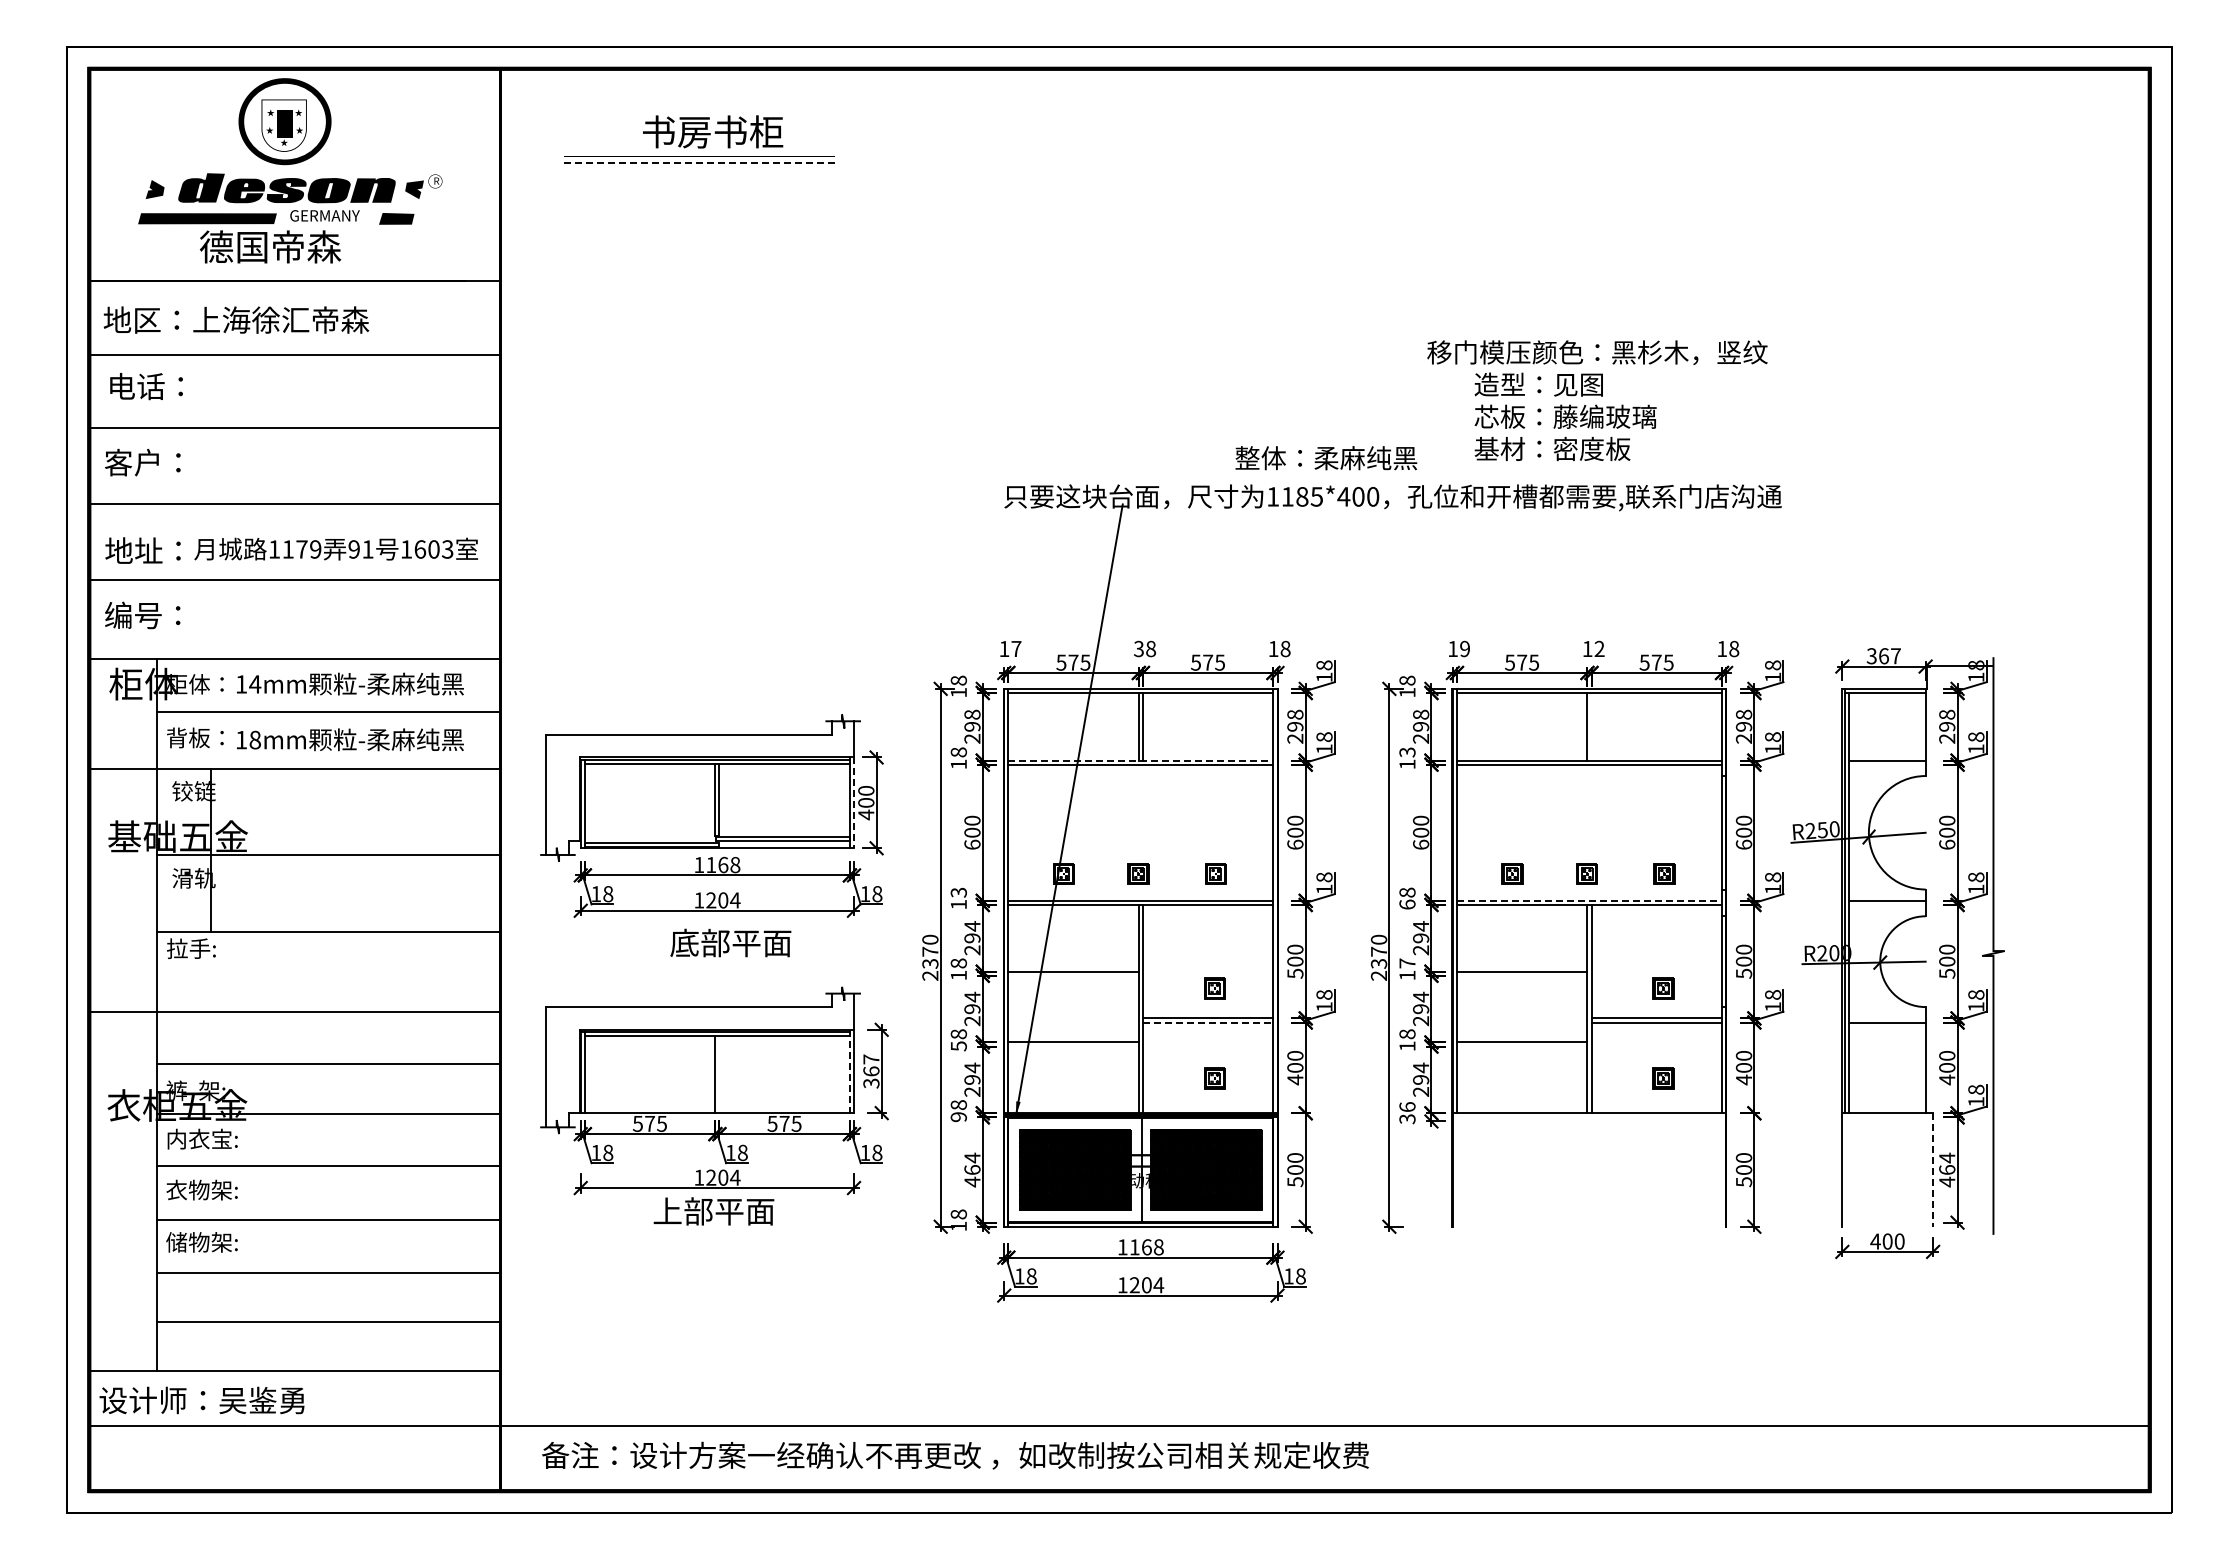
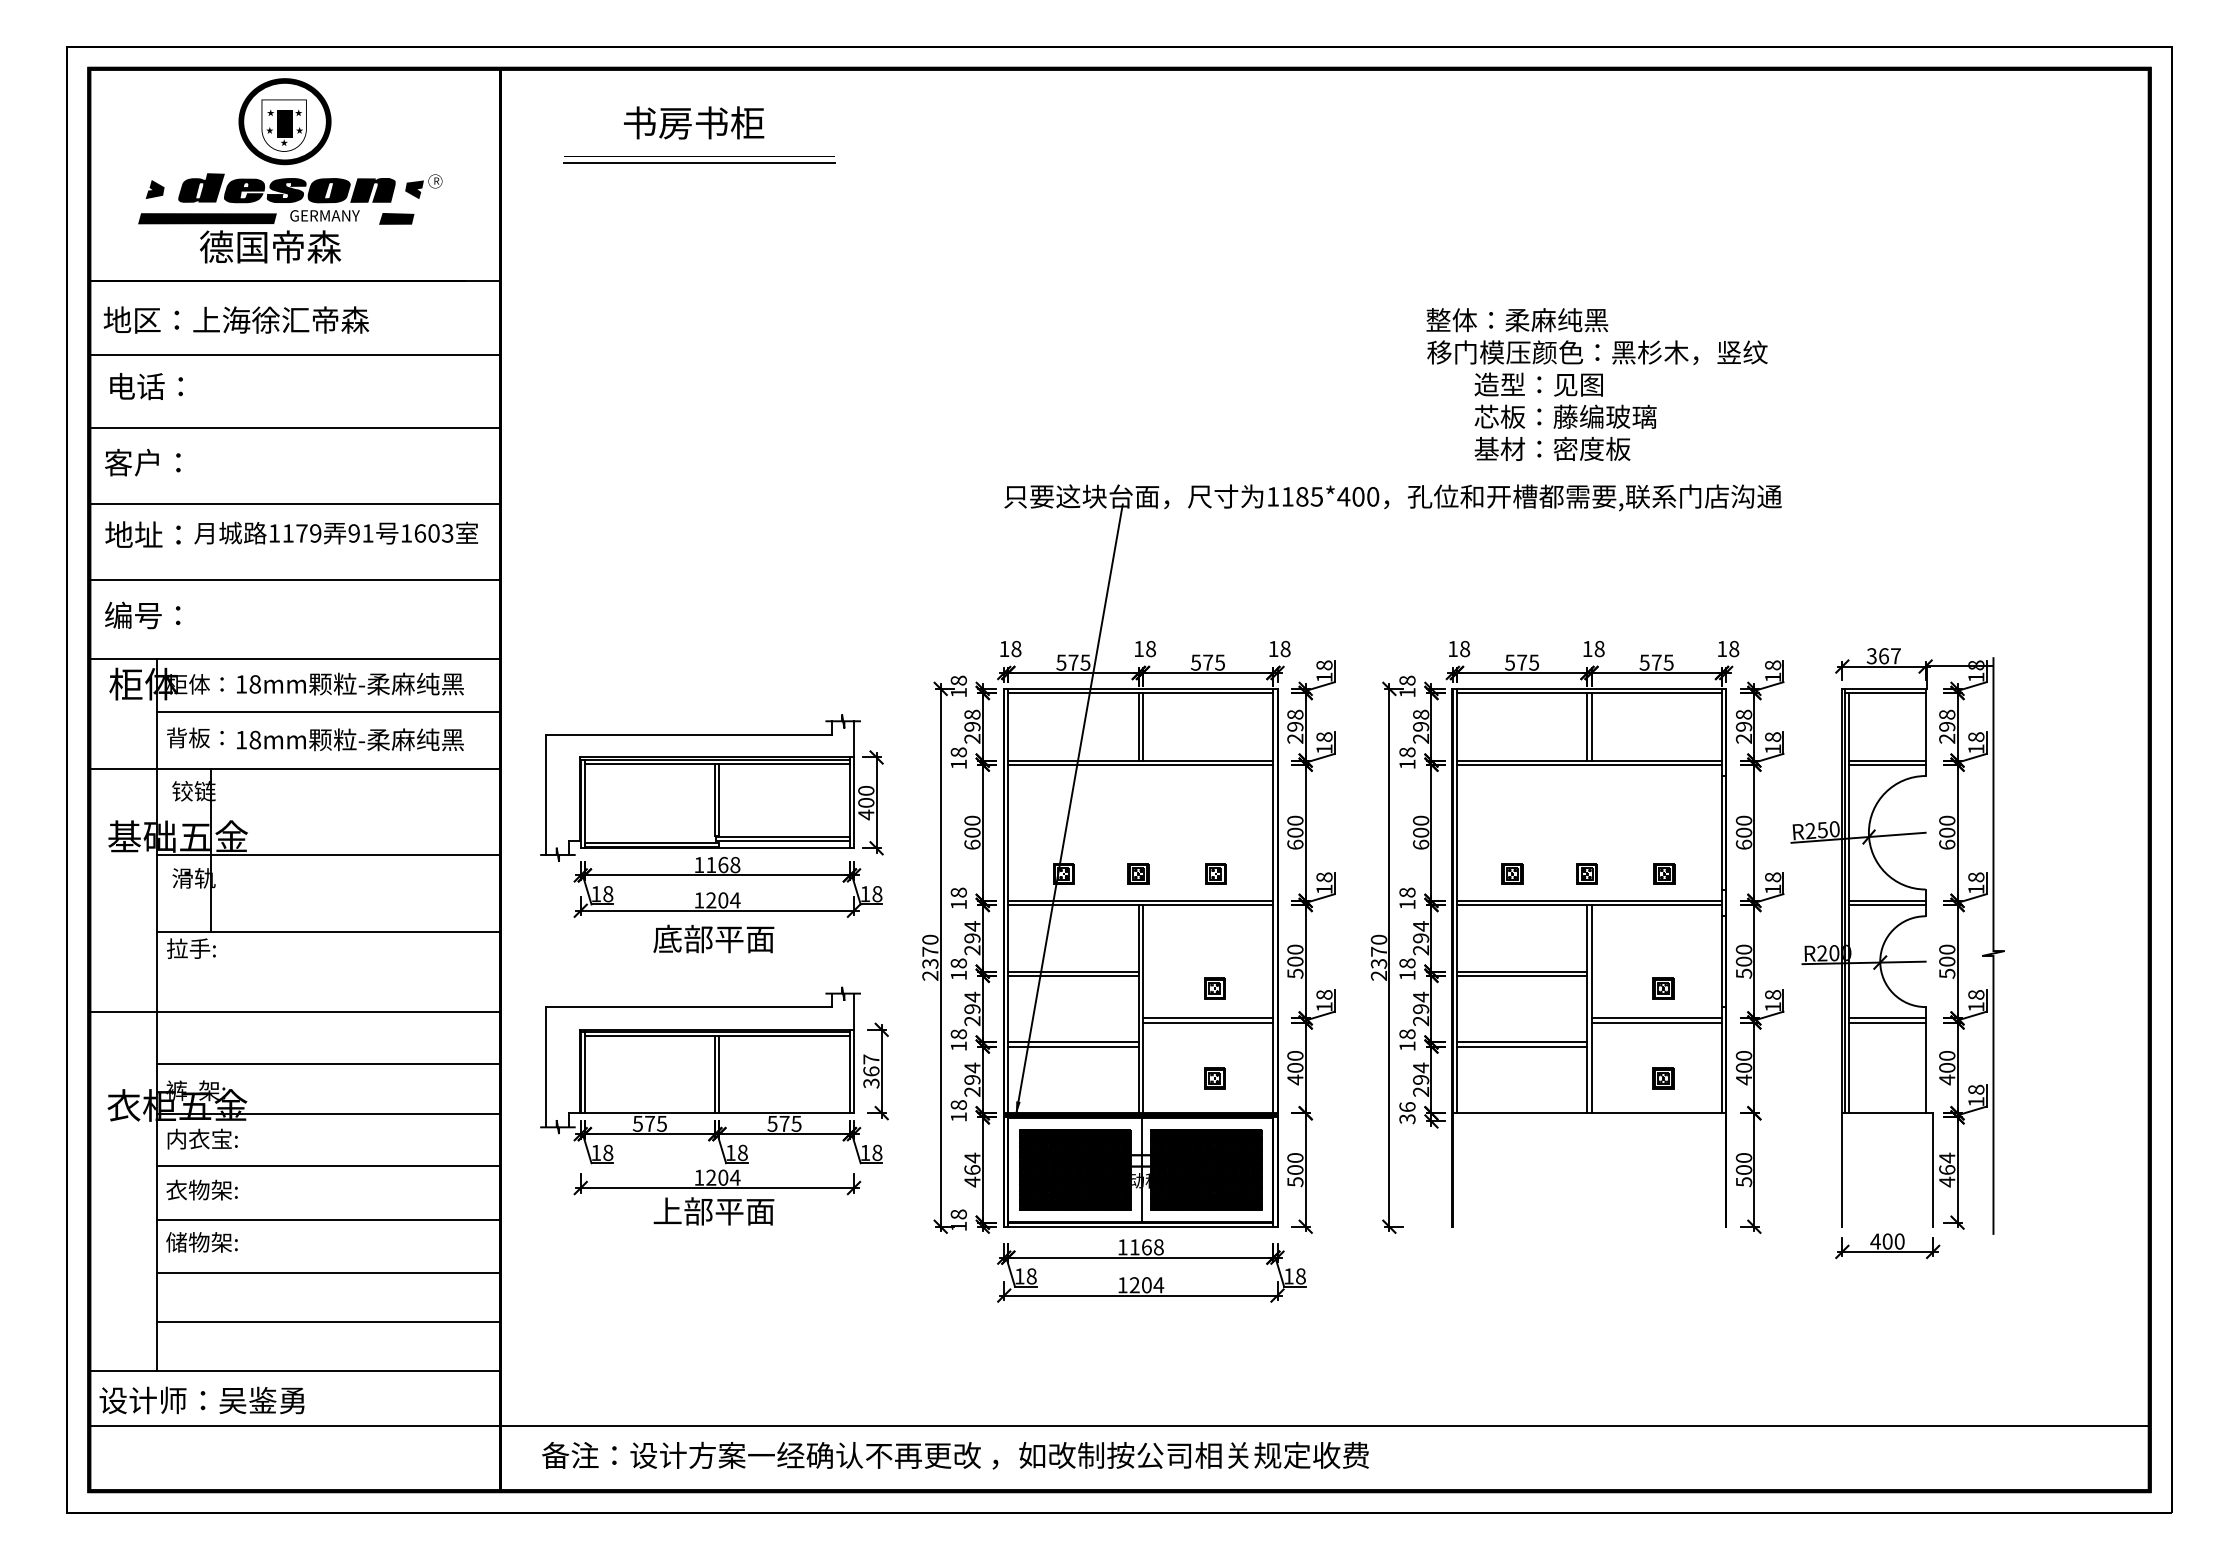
text at (713, 131) position: (713, 131) -> (694, 122)
line at (699, 163): dashed -> solid
text at (1326, 458) position: (1326, 458) -> (1517, 320)
text at (291, 550) position: (291, 550) -> (291, 534)
text at (1016, 648): 17 -> 18
text at (1138, 648): 38 -> 18
text at (1599, 648): 12 -> 18
text at (1465, 649): 19 -> 18
text at (255, 684): 14mm -> 18mm
line at (1591, 726): none -> present
text at (1407, 752): 13 -> 18
line at (1140, 760): dashed -> solid
line at (1886, 764): none -> present
line at (854, 803): dashed -> solid
text at (958, 892): 13 -> 18
line at (1589, 900): dashed -> solid
text at (1407, 904): 68 -> 18
line at (1886, 904): none -> present
text at (730, 942) position: (730, 942) -> (713, 938)
text at (1407, 963): 17 -> 18
line at (1073, 975): none -> present
line at (1521, 975): none -> present
line at (1886, 1018): none -> present
line at (1208, 1022): dashed -> solid
text at (958, 1046): 58 -> 18
line at (1073, 1046): none -> present
line at (1521, 1046): none -> present
line at (849, 1071): dashed -> solid
line at (719, 1074): none -> present
text at (958, 1117): 98 -> 18
line at (1933, 1170): dashed -> solid
